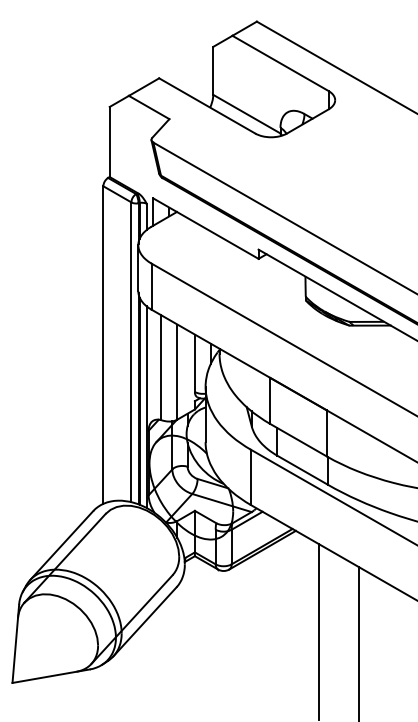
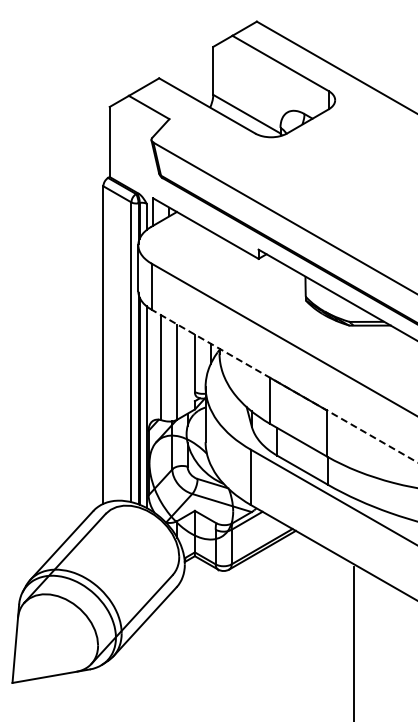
line at (284, 385): solid -> dashed
line at (318, 631): present -> none
line at (358, 642) position: (358, 642) -> (353, 642)
